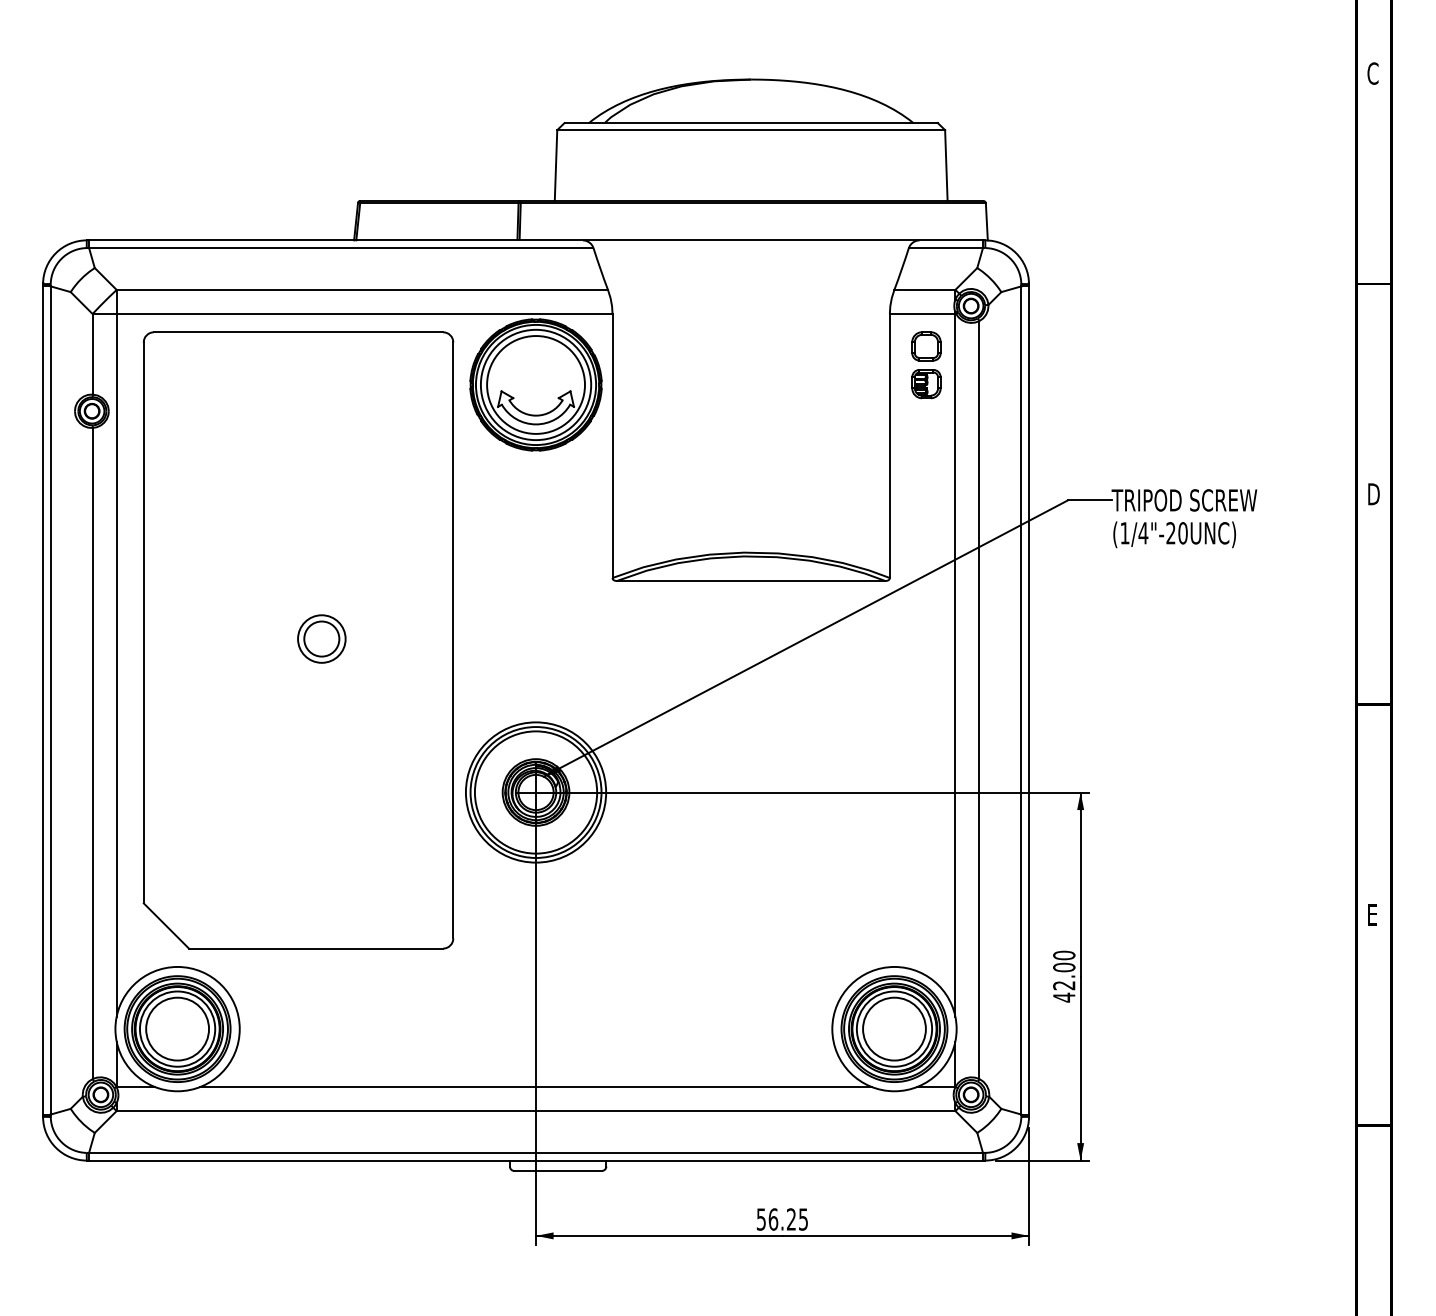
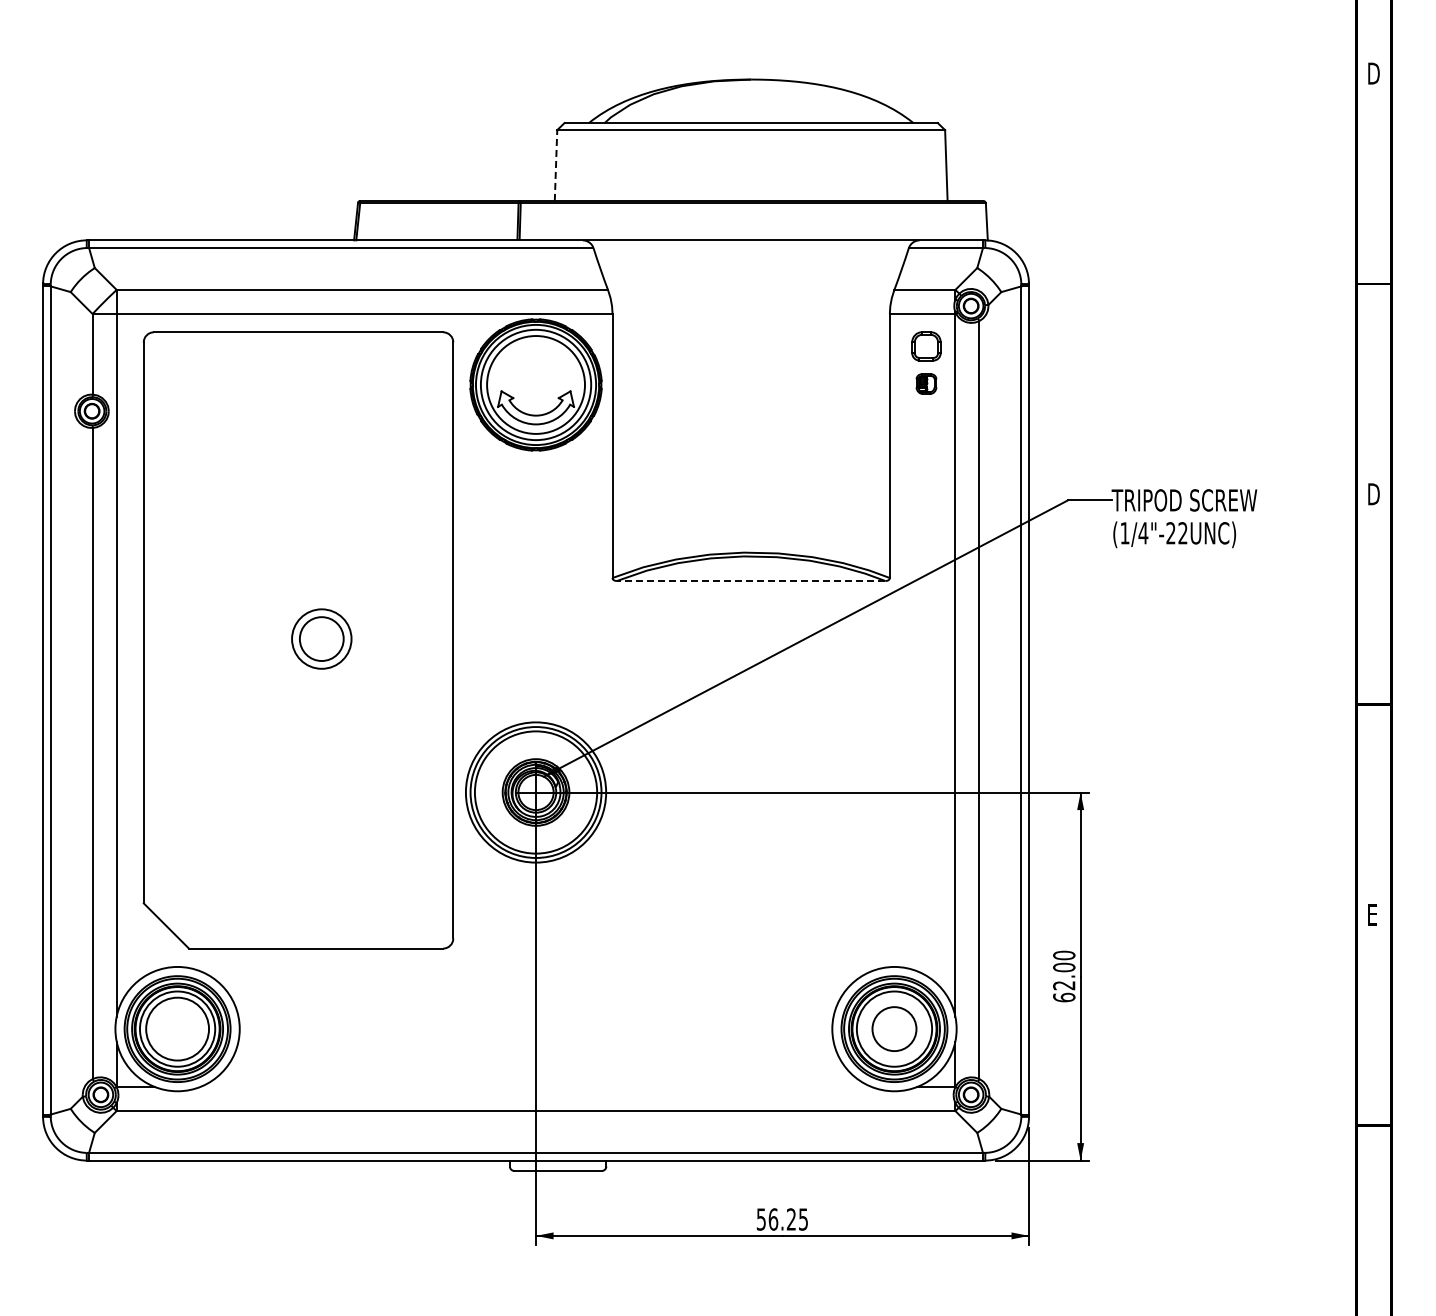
text at (1373, 73): C -> D
line at (556, 165): solid -> dashed
part at (926, 384) size: 31x31 px -> 23x22 px
text at (1182, 533): (1/4"-20UNC) -> (1/4"-22UNC)
line at (750, 581): solid -> dashed
part at (321, 638) size: 50x50 px -> 62x62 px
text at (1064, 997): 42.00 -> 62.00
circle at (894, 1028) diameter: 63 px -> 44 px
line at (535, 1086): present -> none
